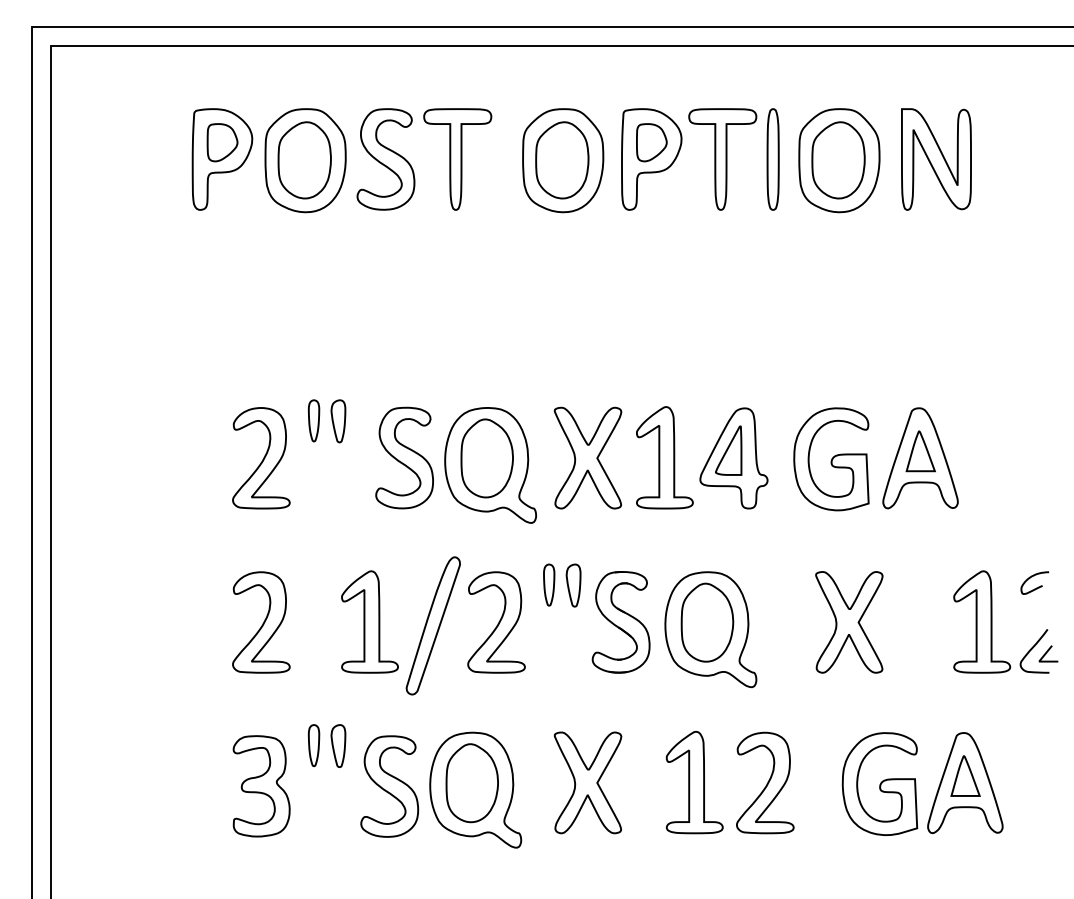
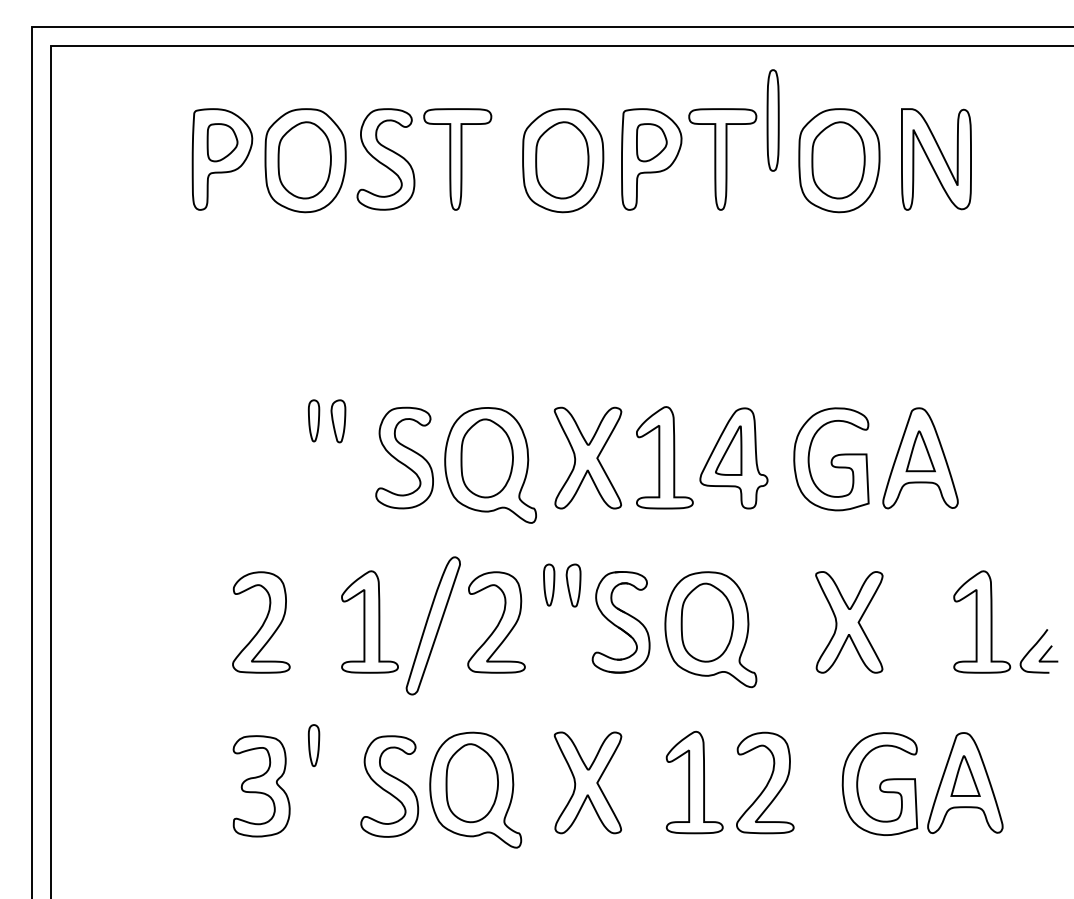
part at (772, 159) position: (772, 159) -> (772, 120)
part at (261, 458): present -> none
curve at (1032, 577): present -> none
part at (338, 745): present -> none
